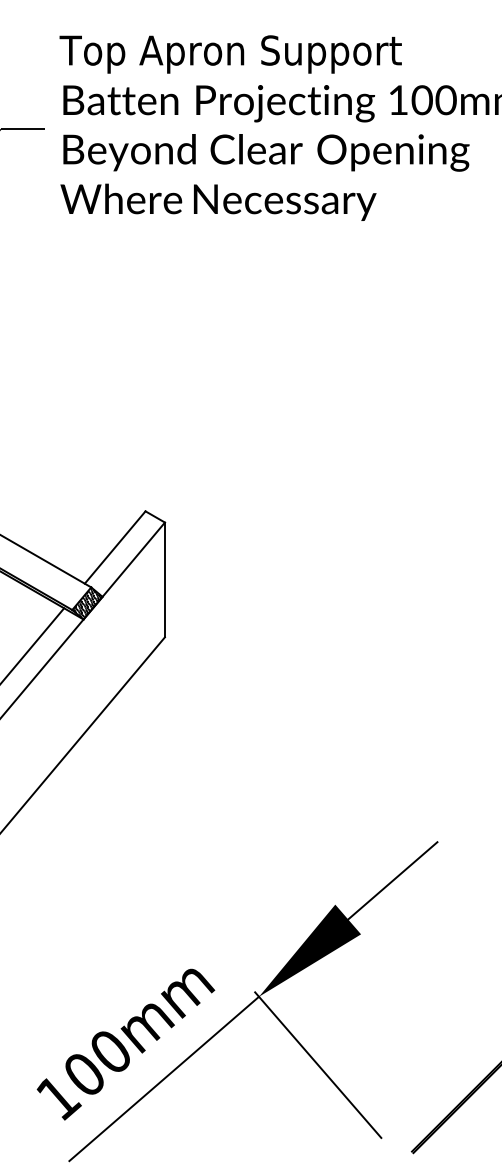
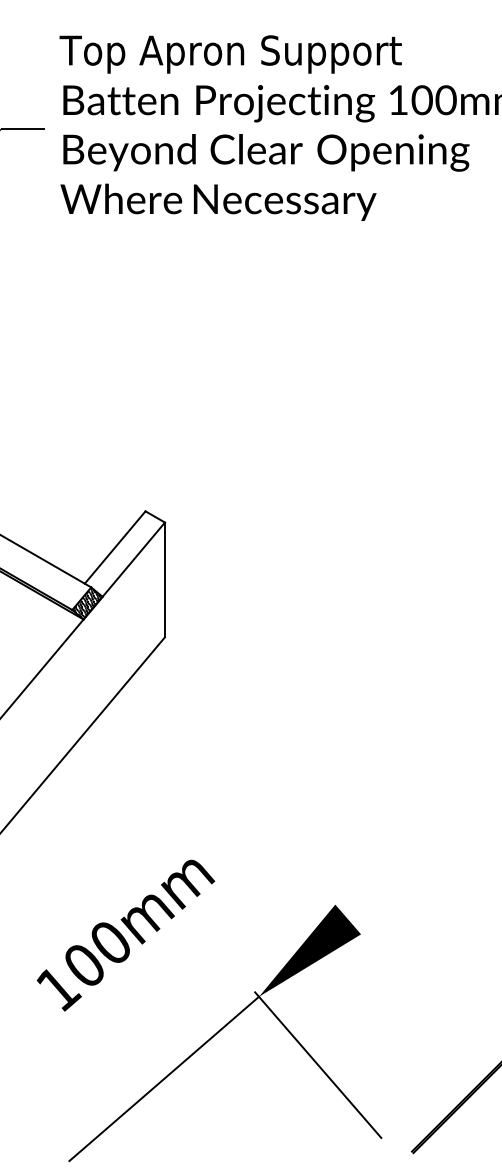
line at (33, 645): present -> none
line at (392, 880): present -> none
text at (125, 1044) position: (125, 1044) -> (125, 935)
